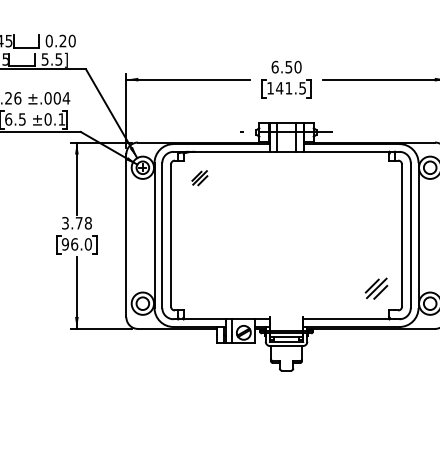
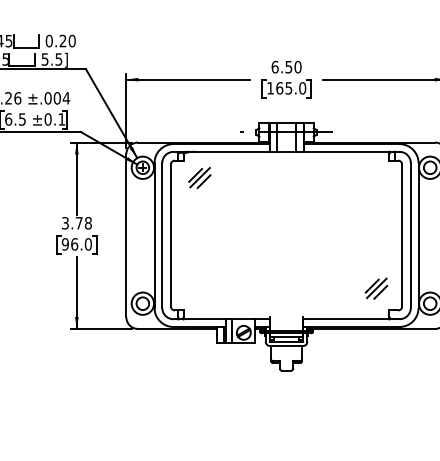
text at (290, 88): 141.5 -> 165.0
part at (199, 178) size: 18x17 px -> 24x23 px
